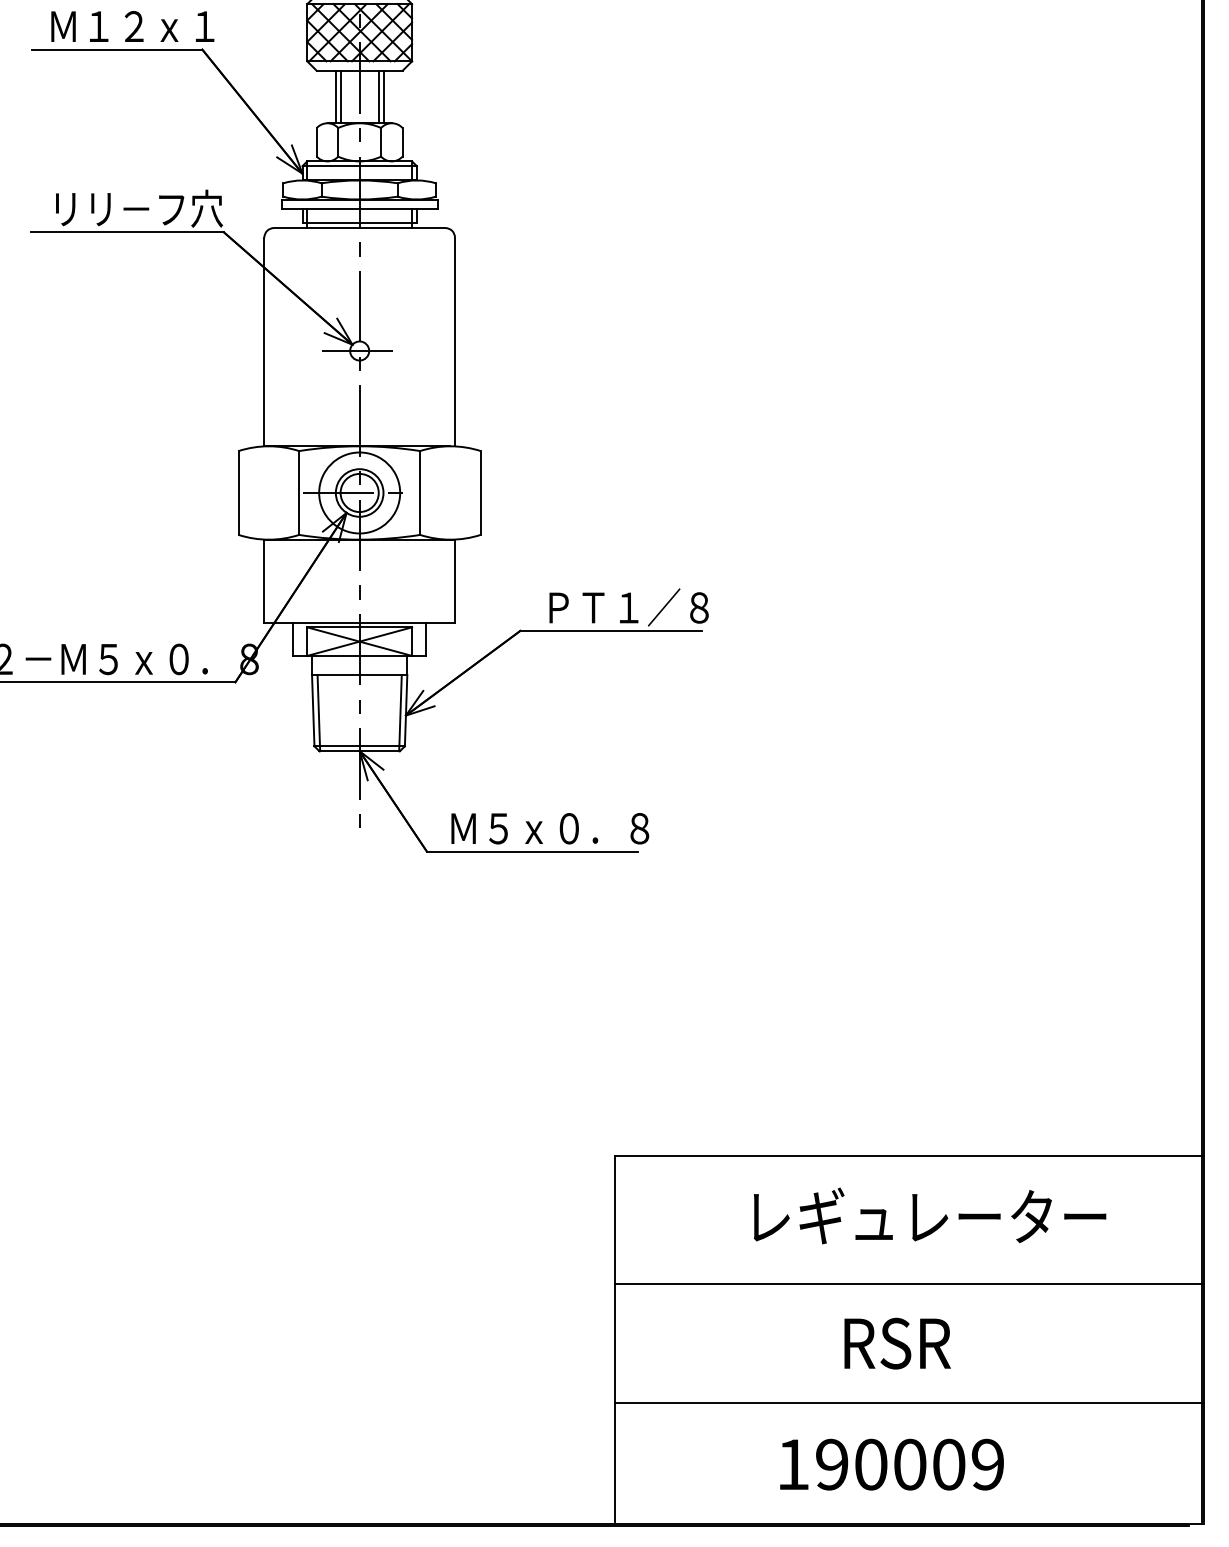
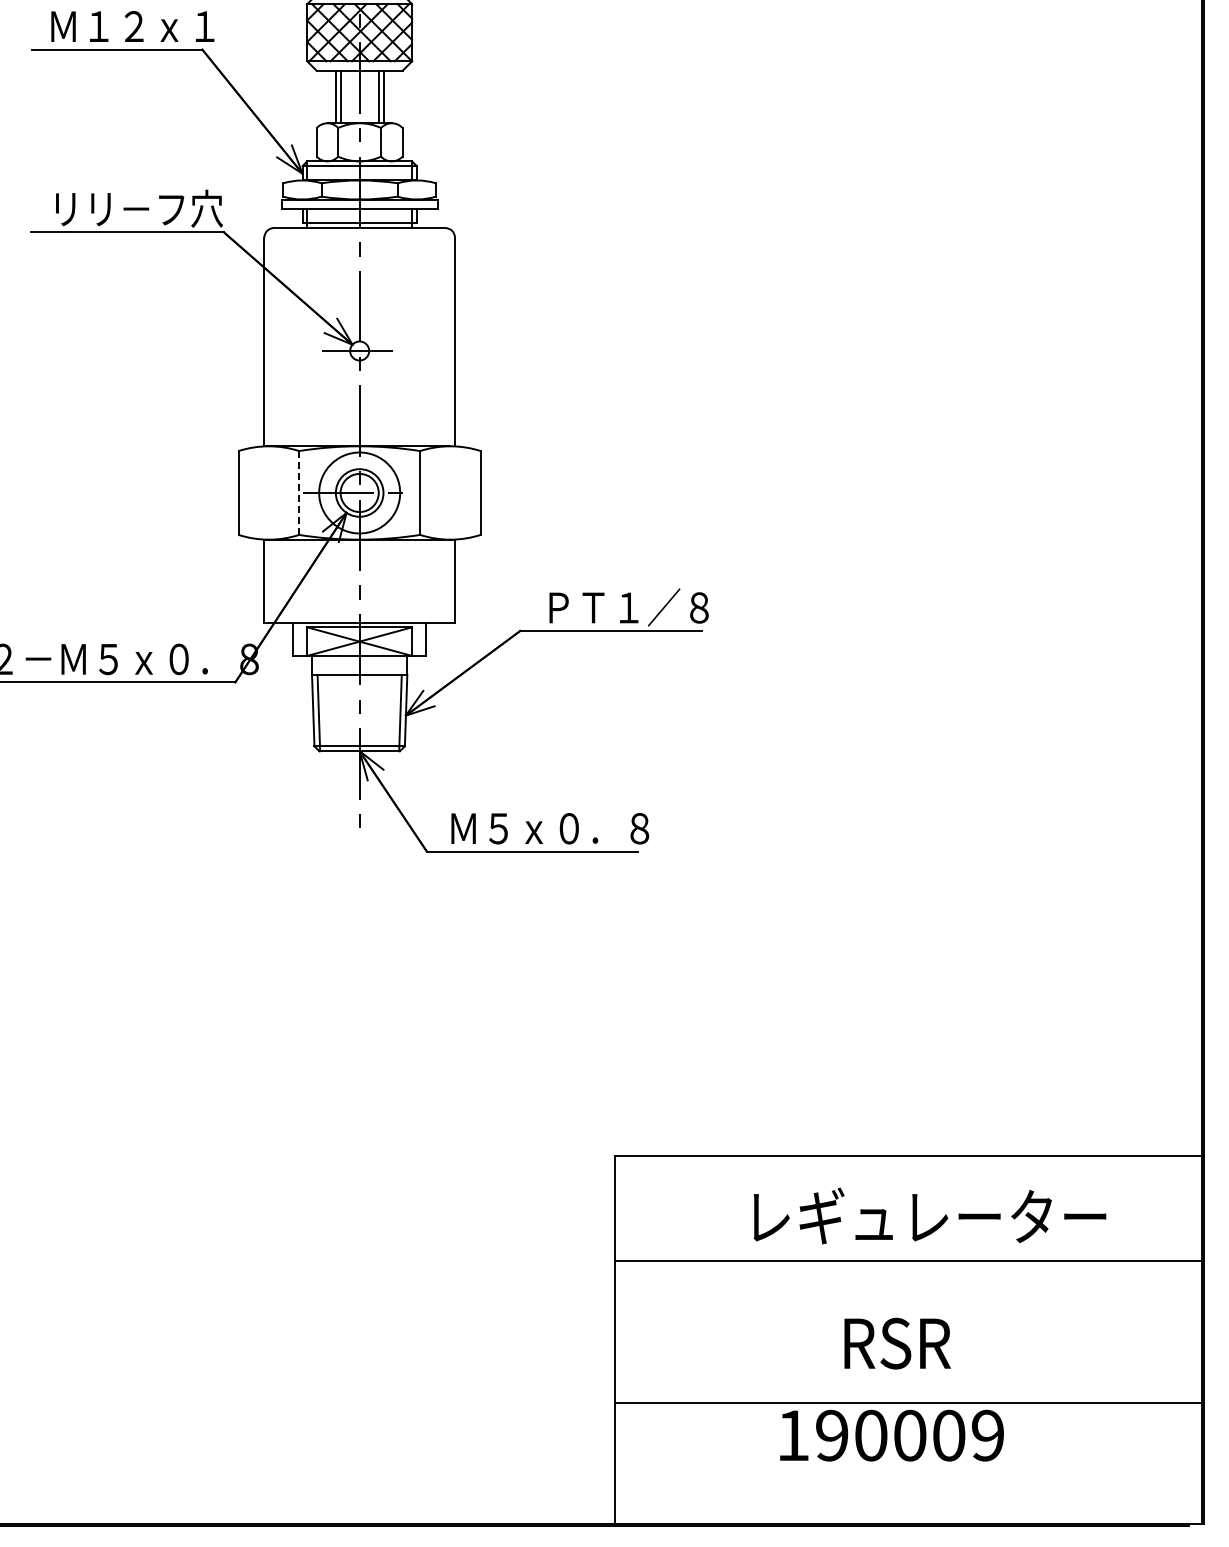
line at (299, 493): solid -> dashed
line at (908, 1284) position: (908, 1284) -> (908, 1261)
text at (891, 1464) position: (891, 1464) -> (891, 1435)
